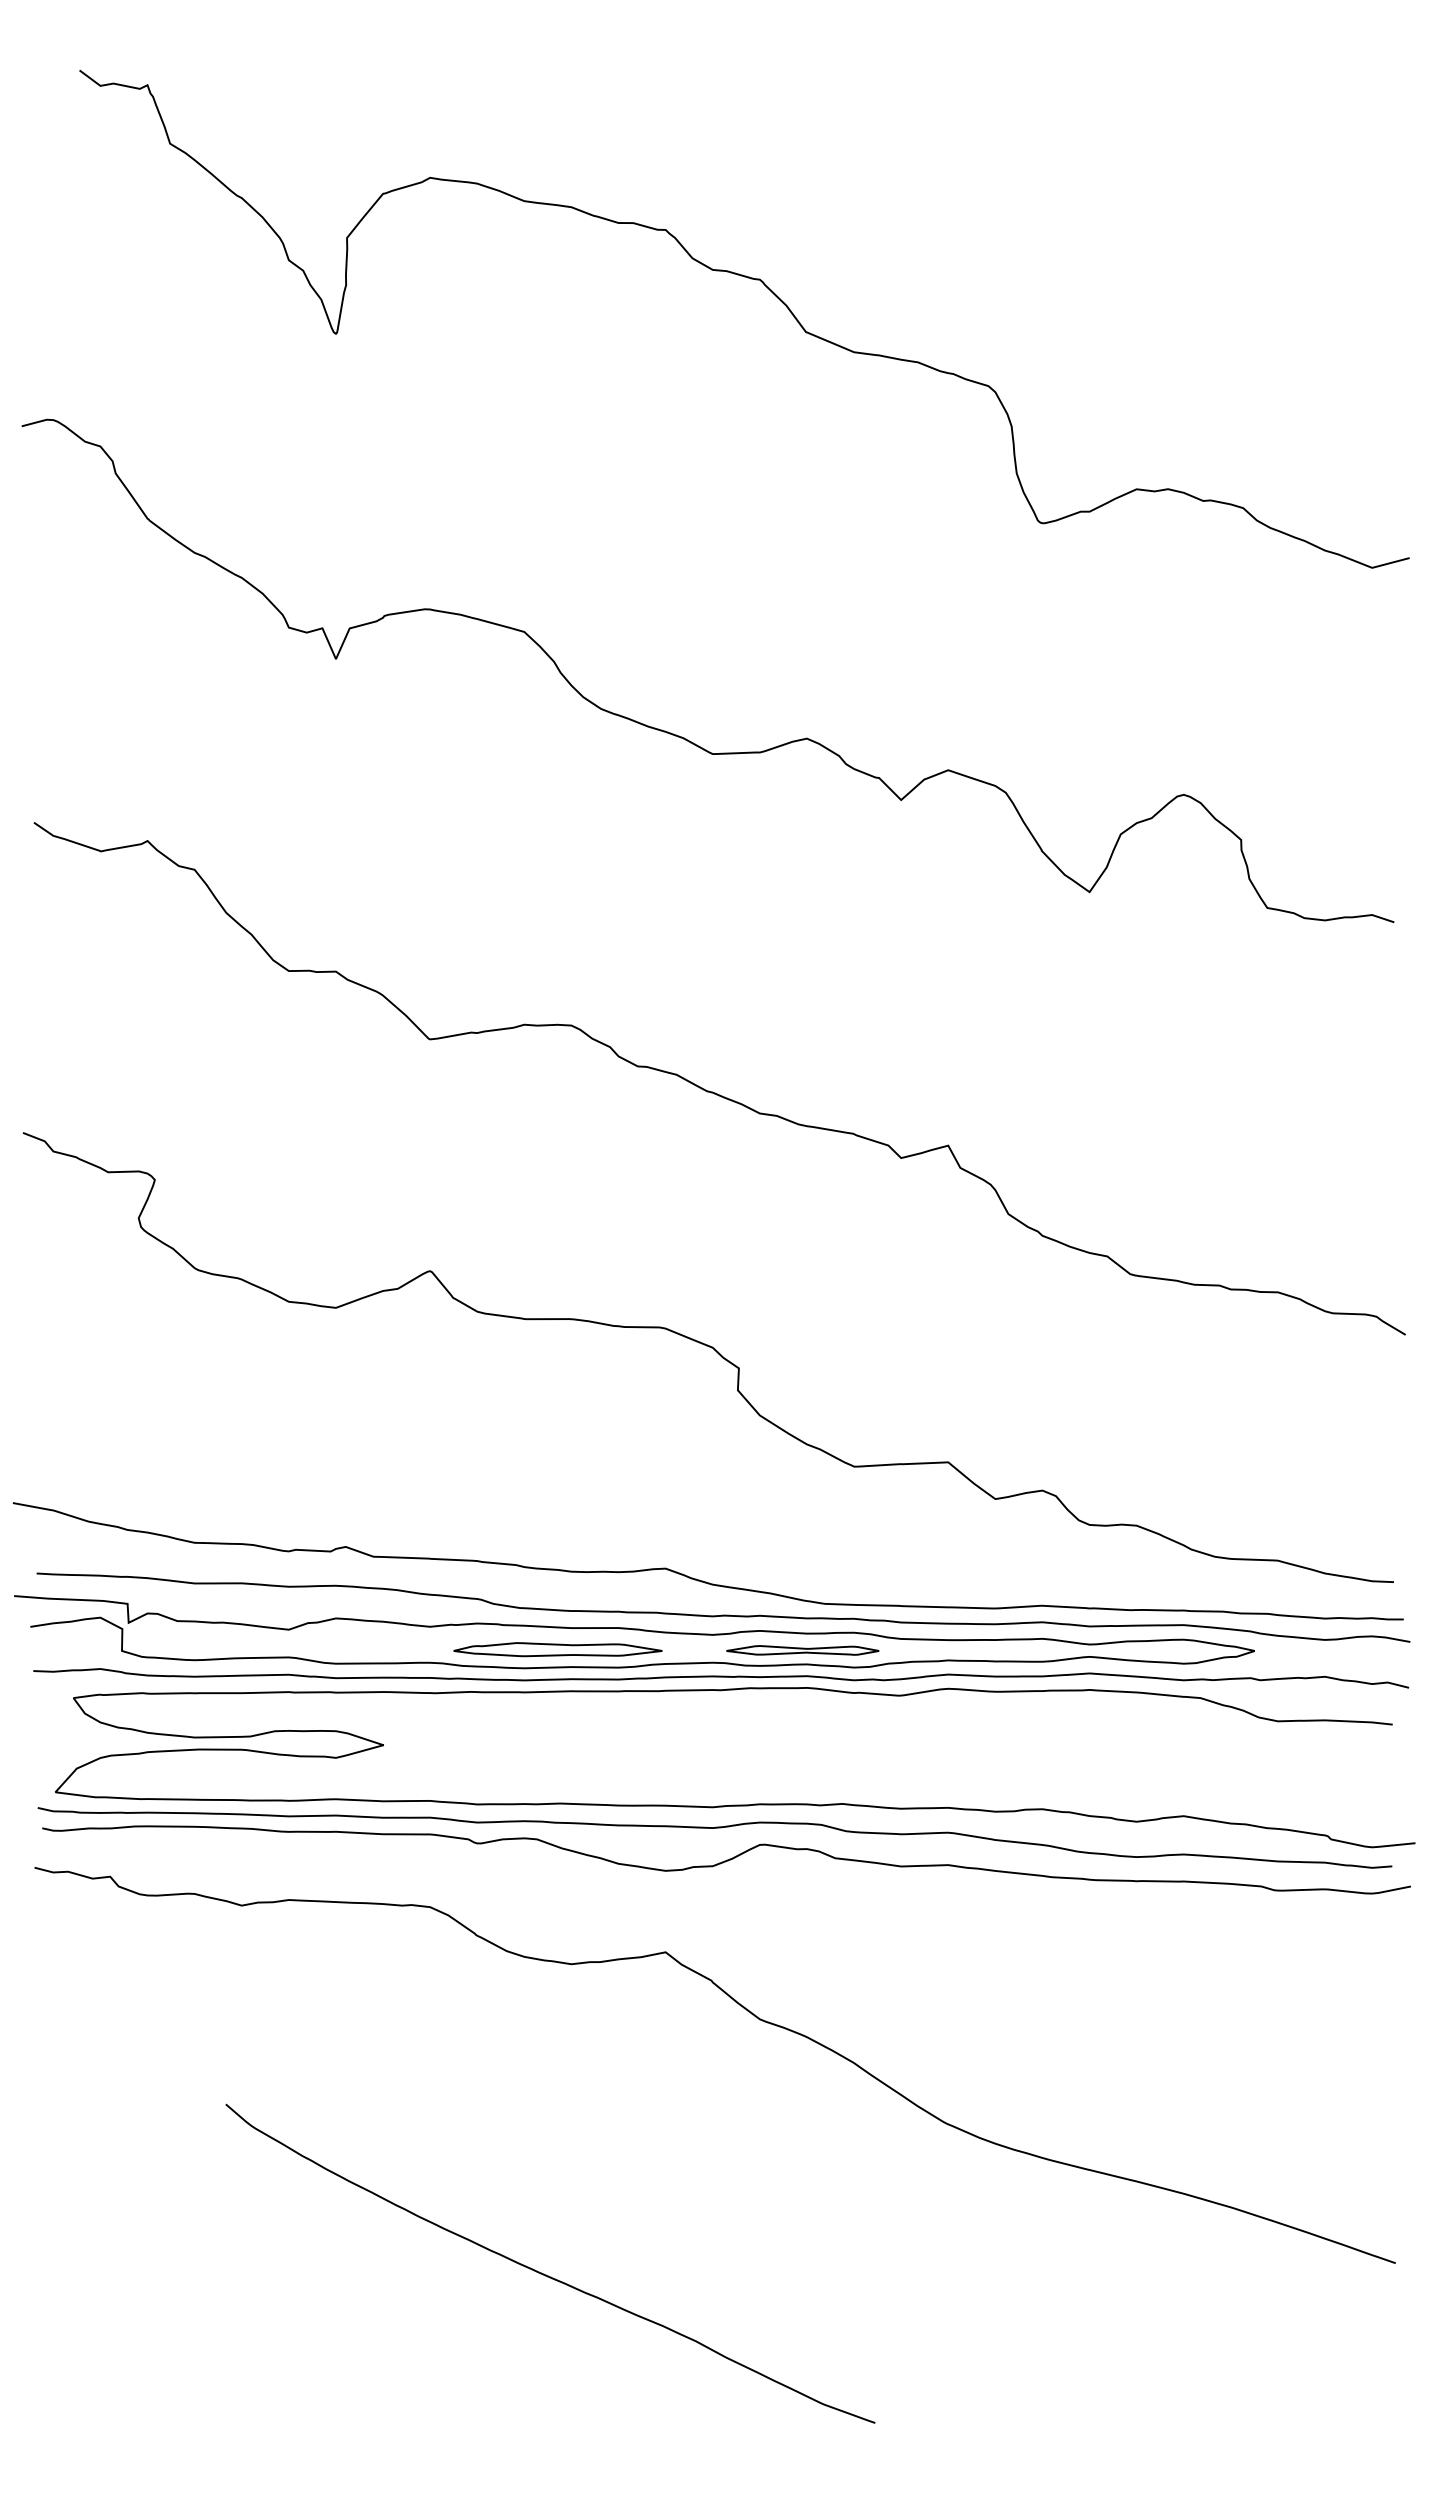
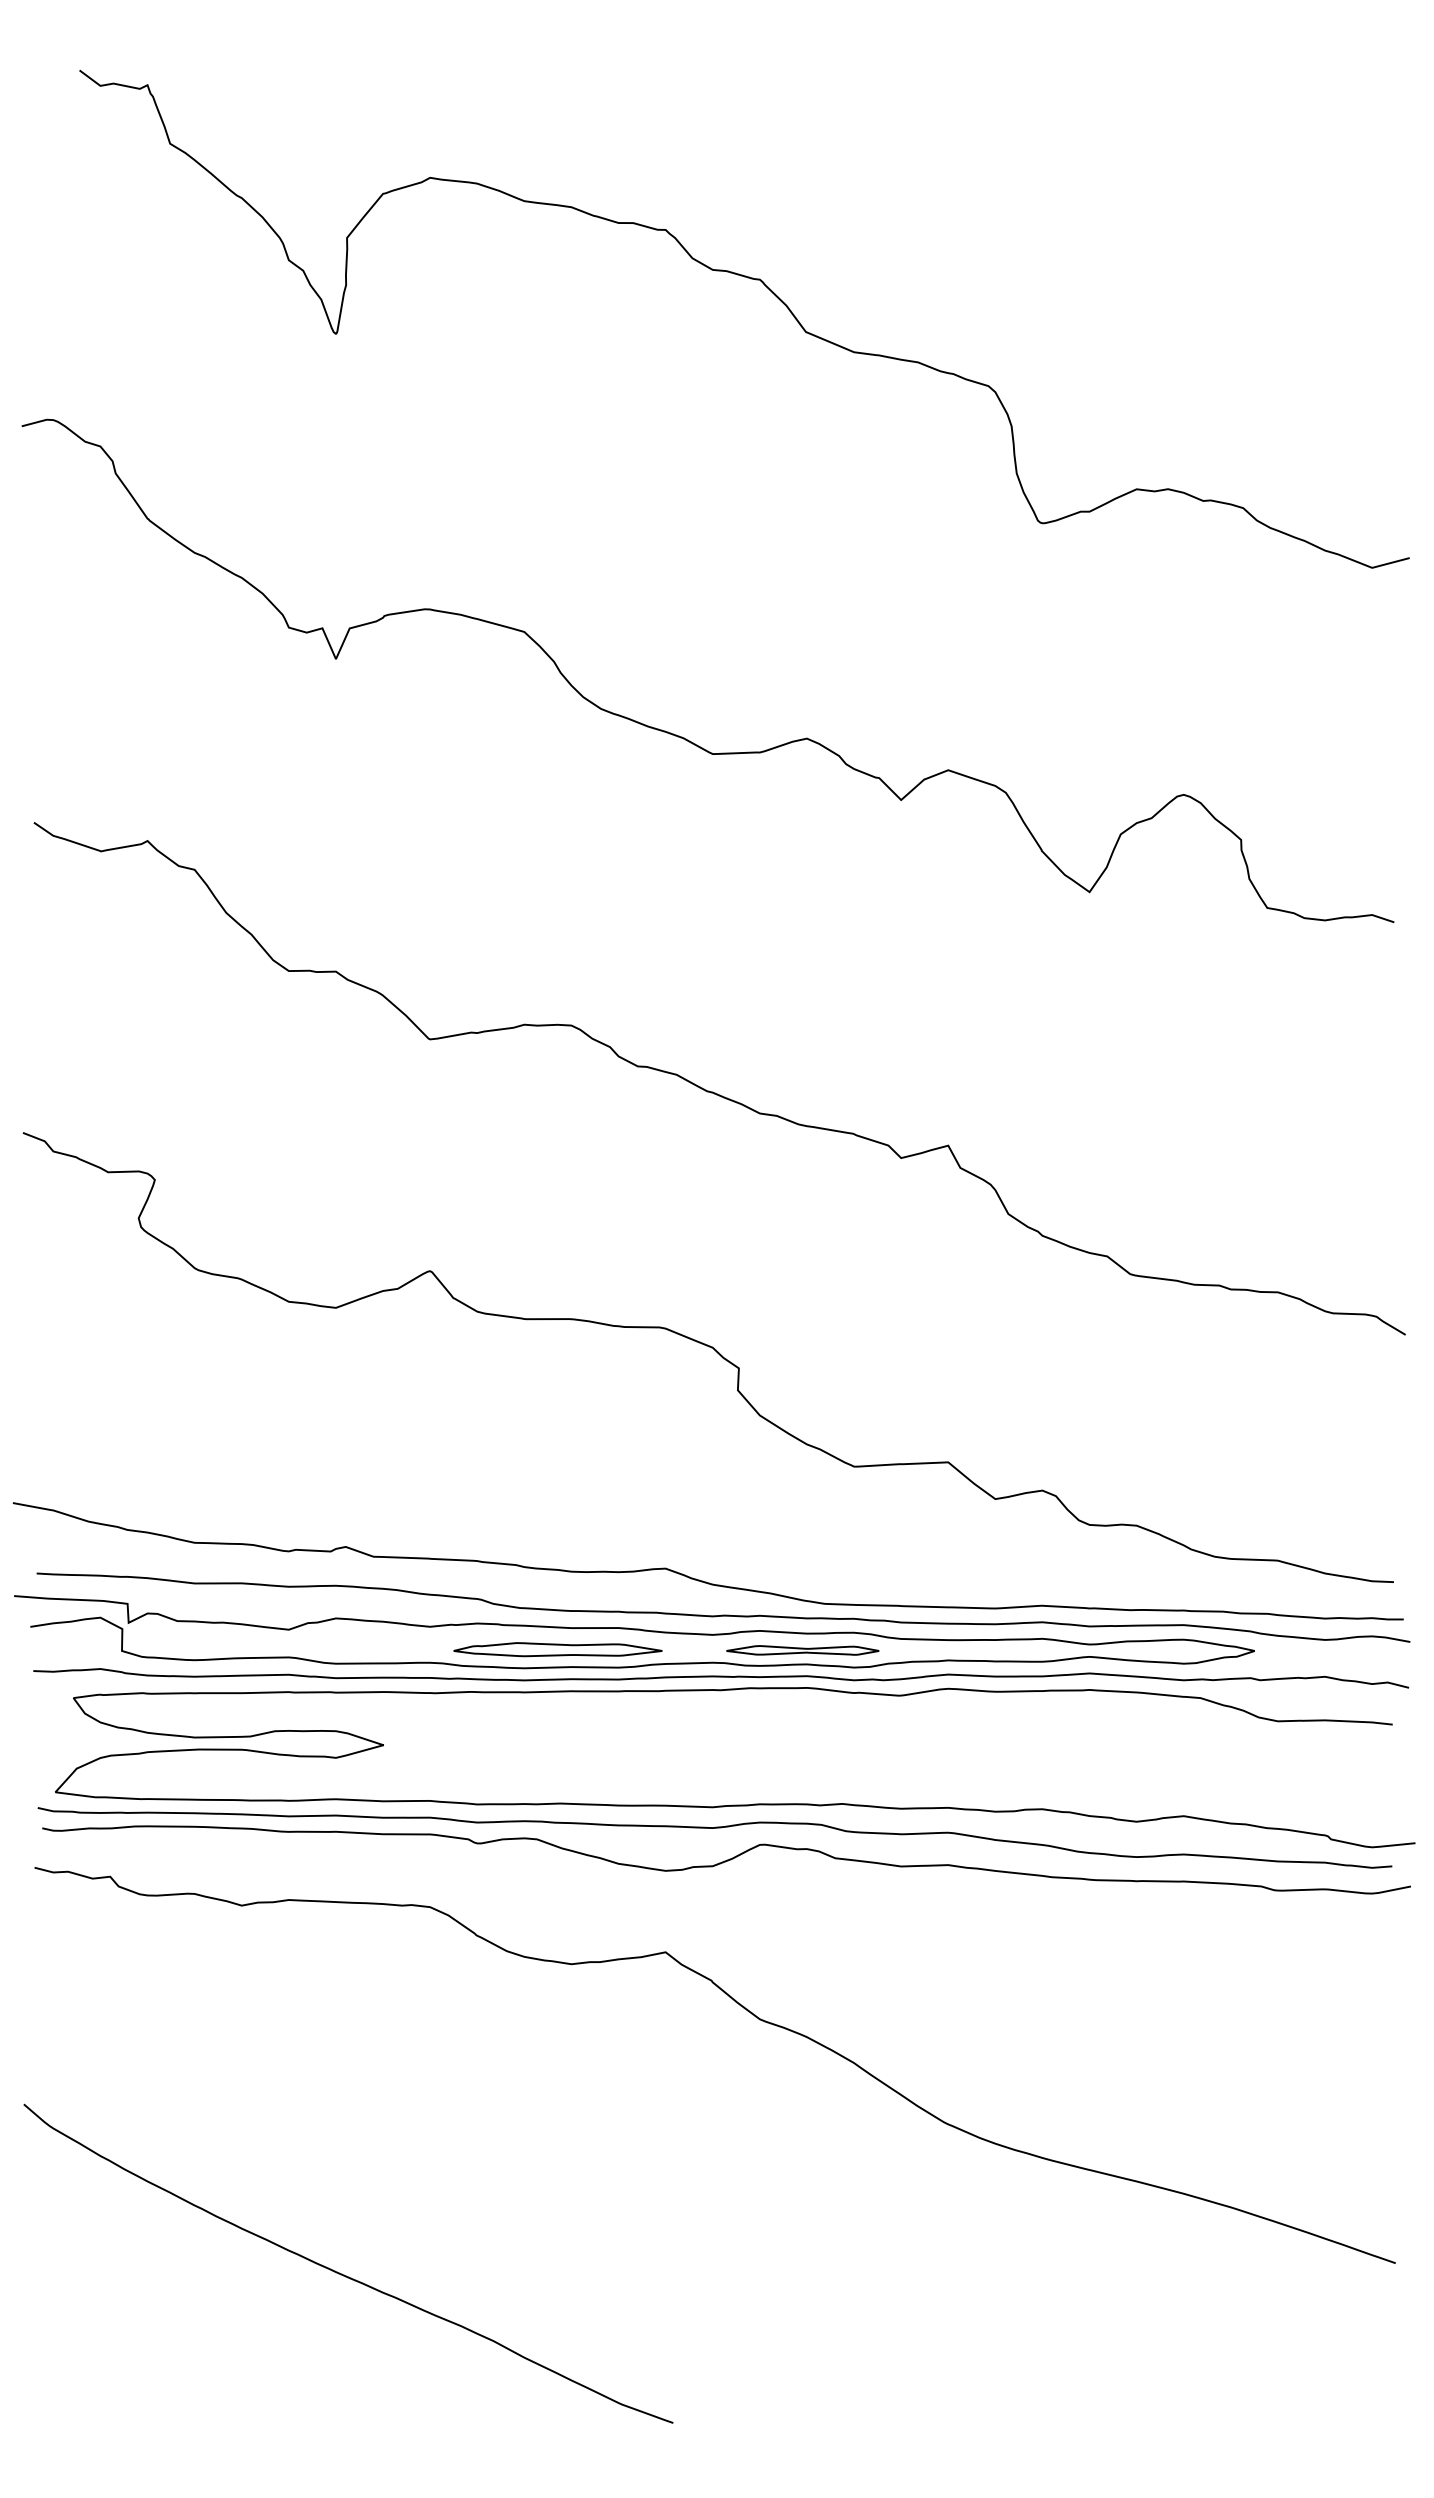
curve at (544, 2273) position: (544, 2273) -> (342, 2273)
